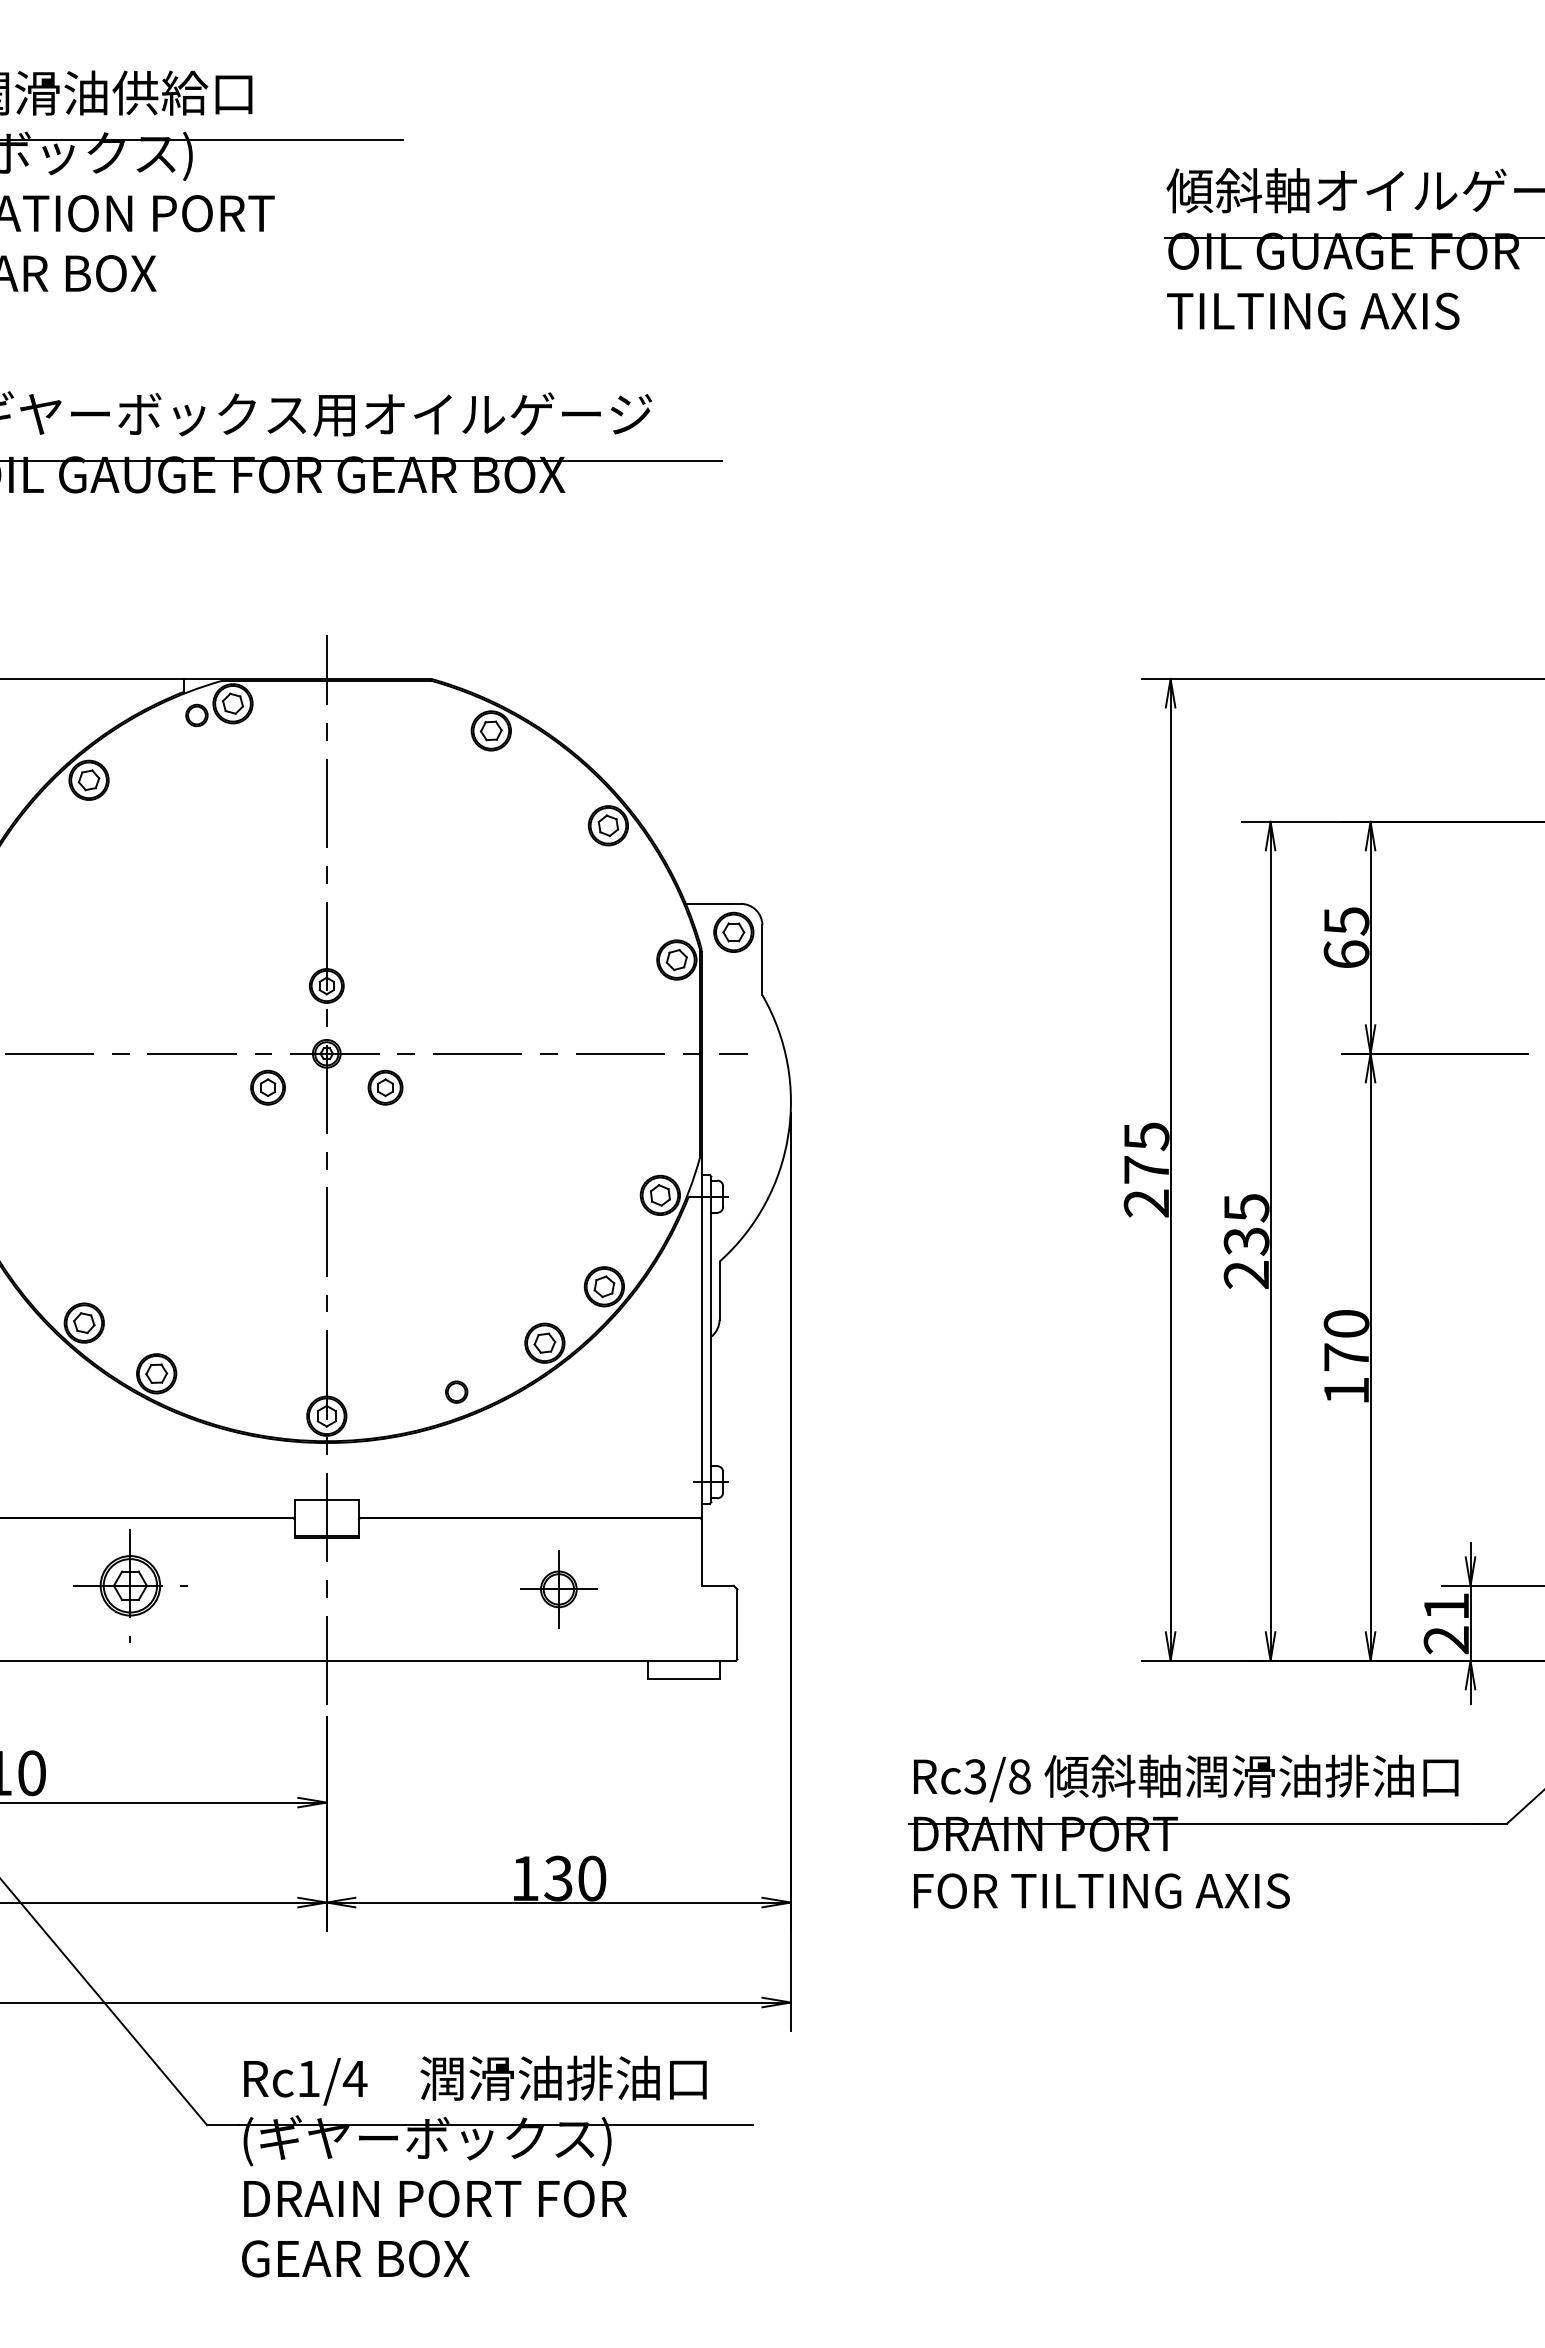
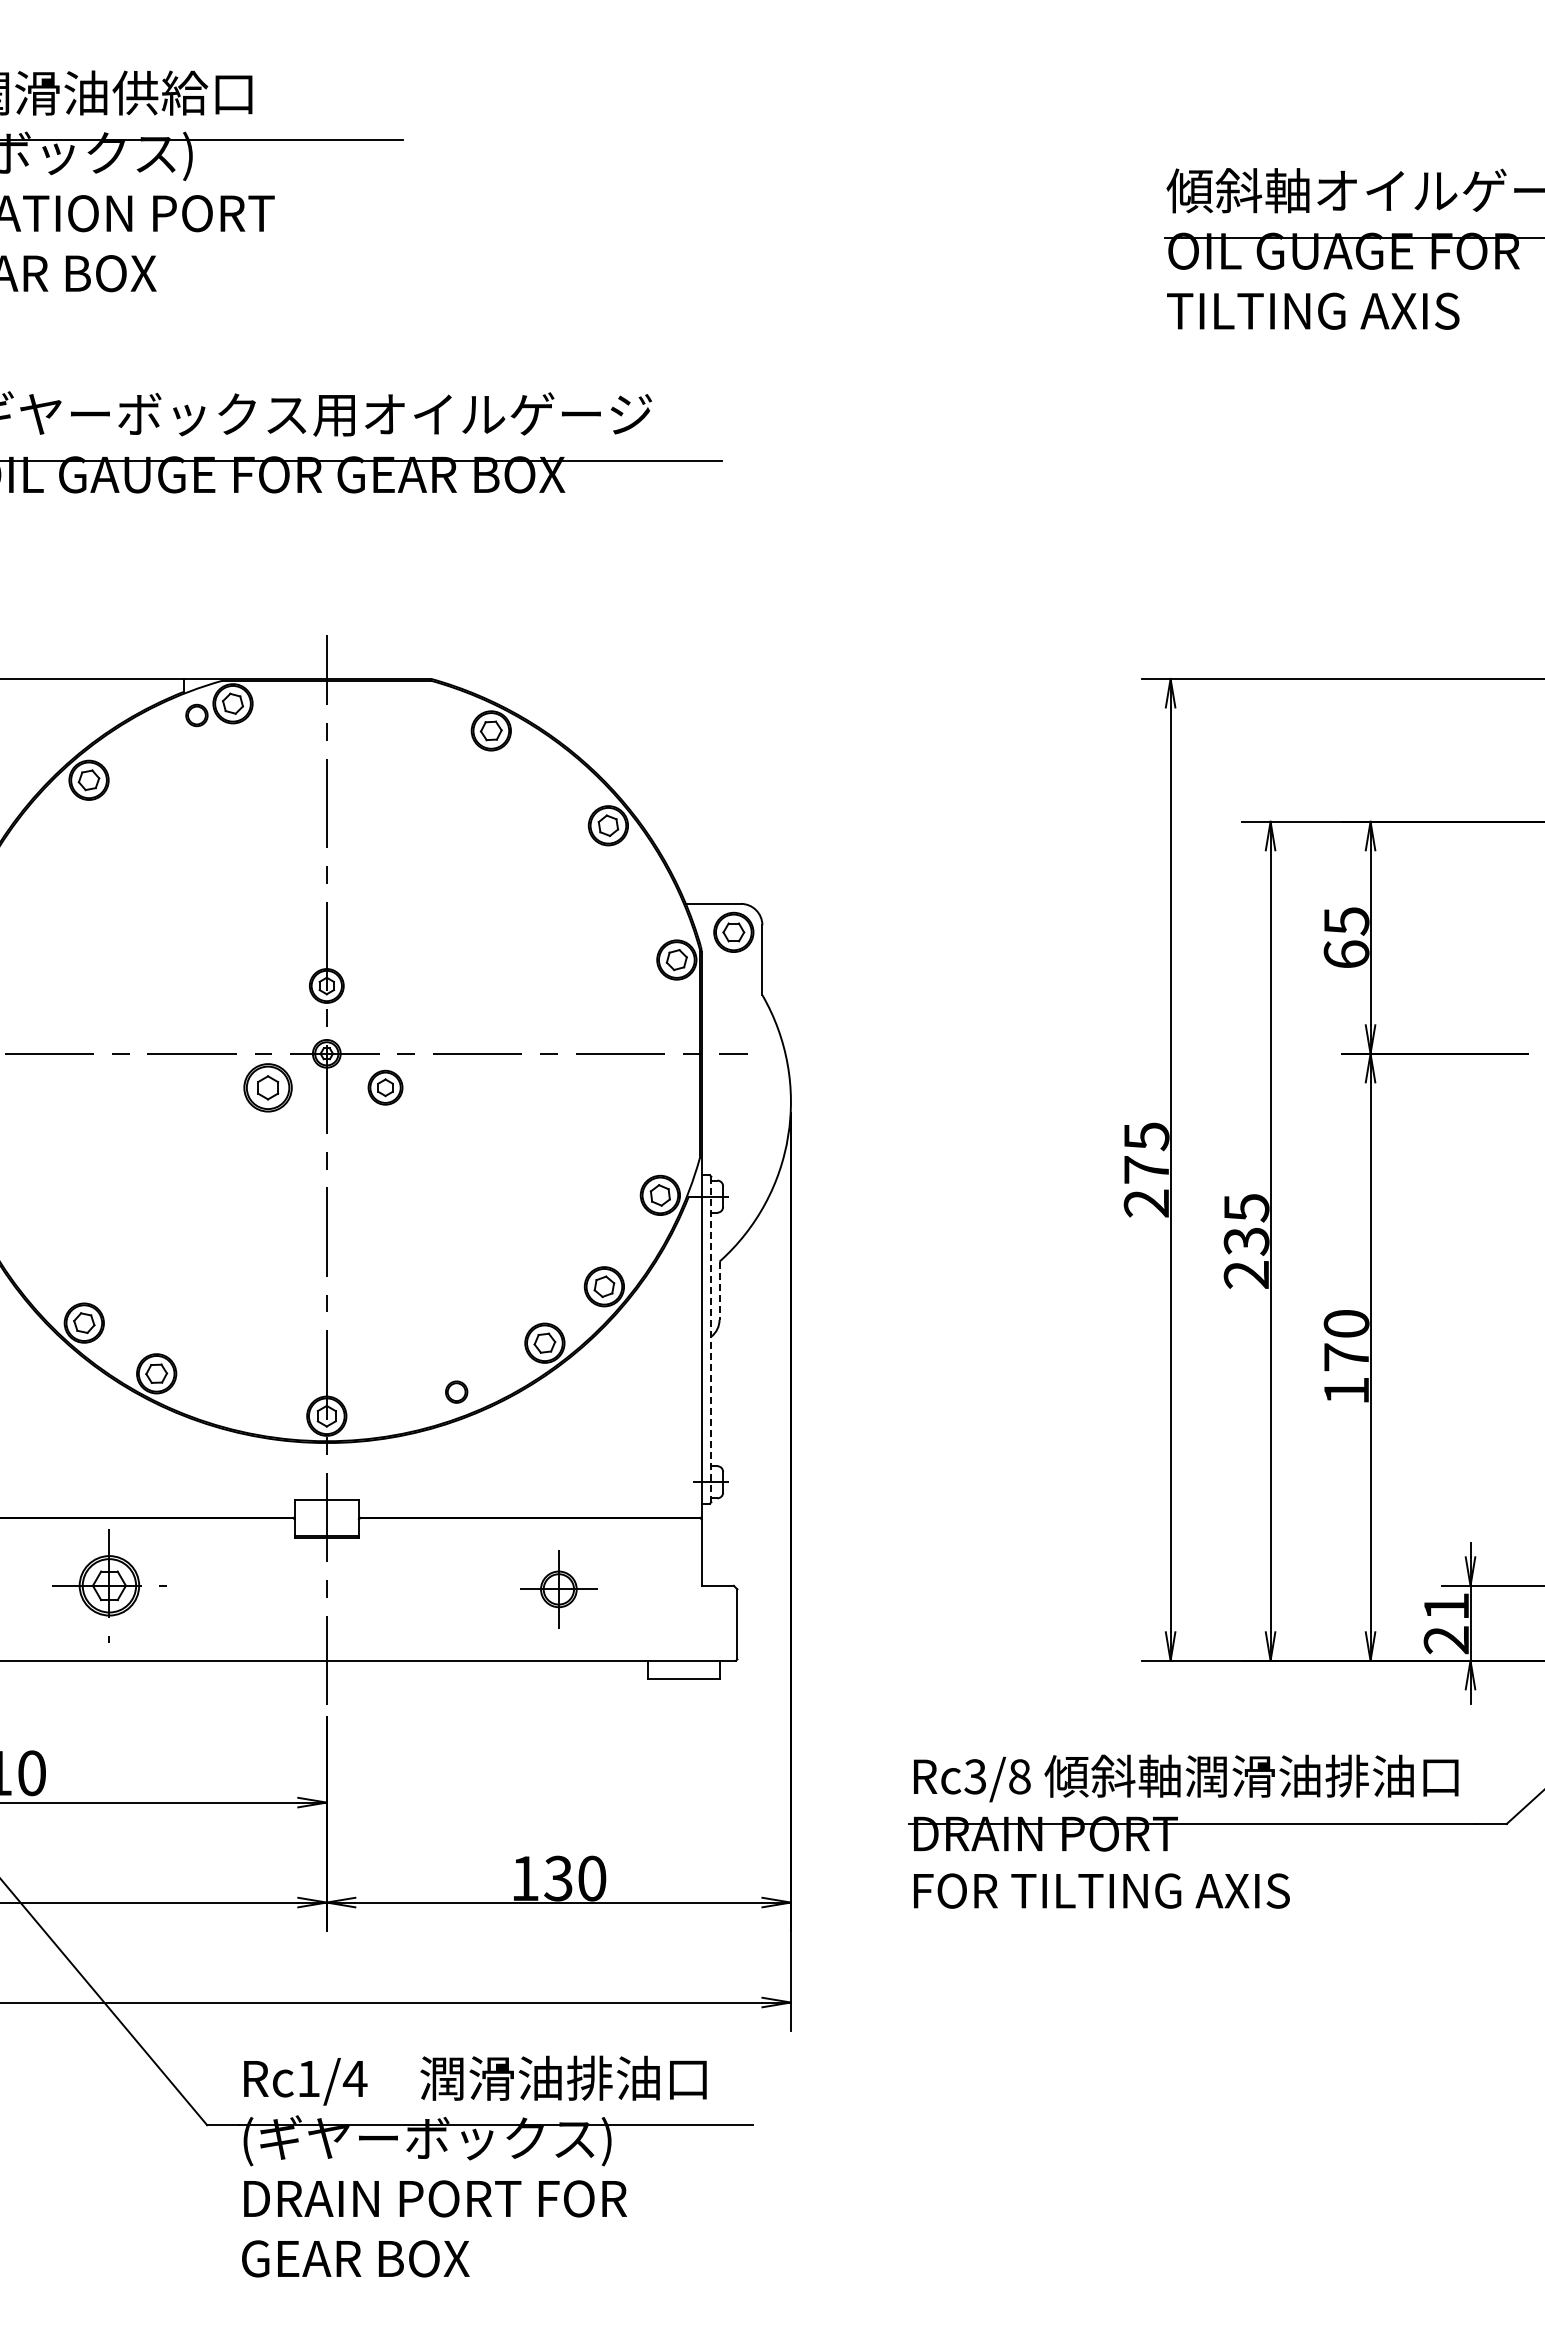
part at (267, 1087) size: 36x37 px -> 50x50 px
line at (719, 1291): solid -> dashed
line at (711, 1339): solid -> dashed
part at (130, 1585) position: (130, 1585) -> (109, 1585)
